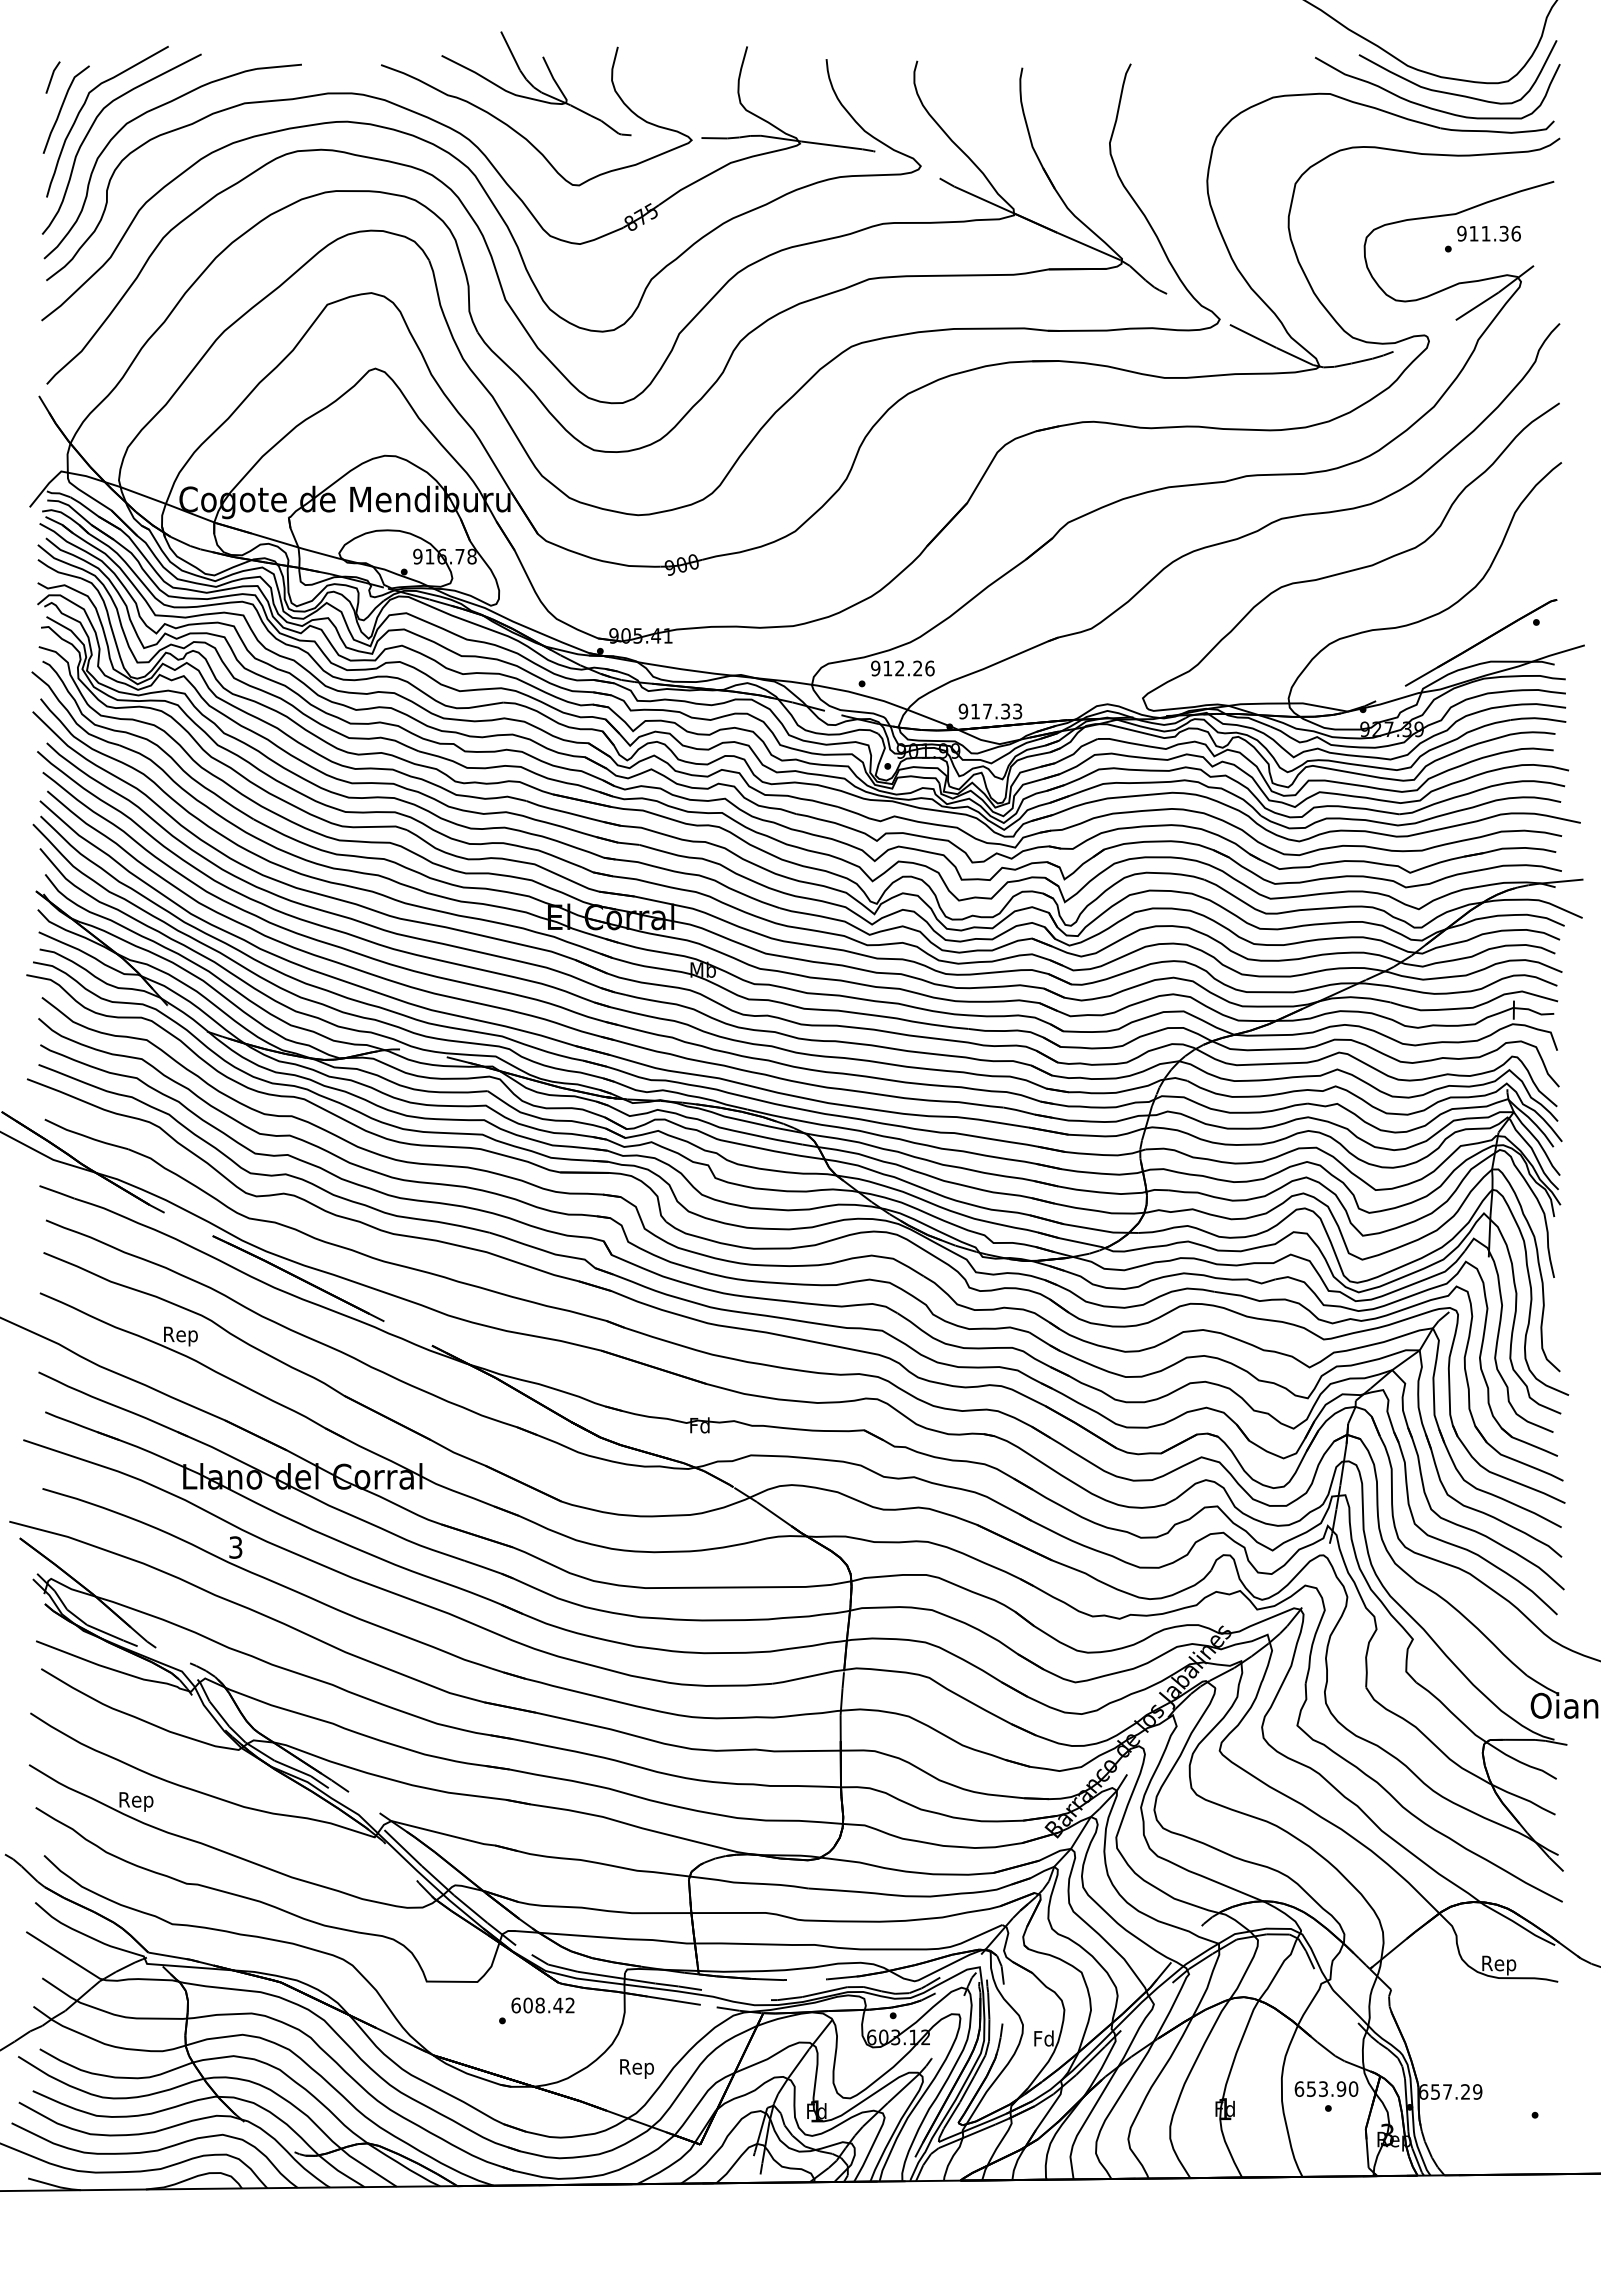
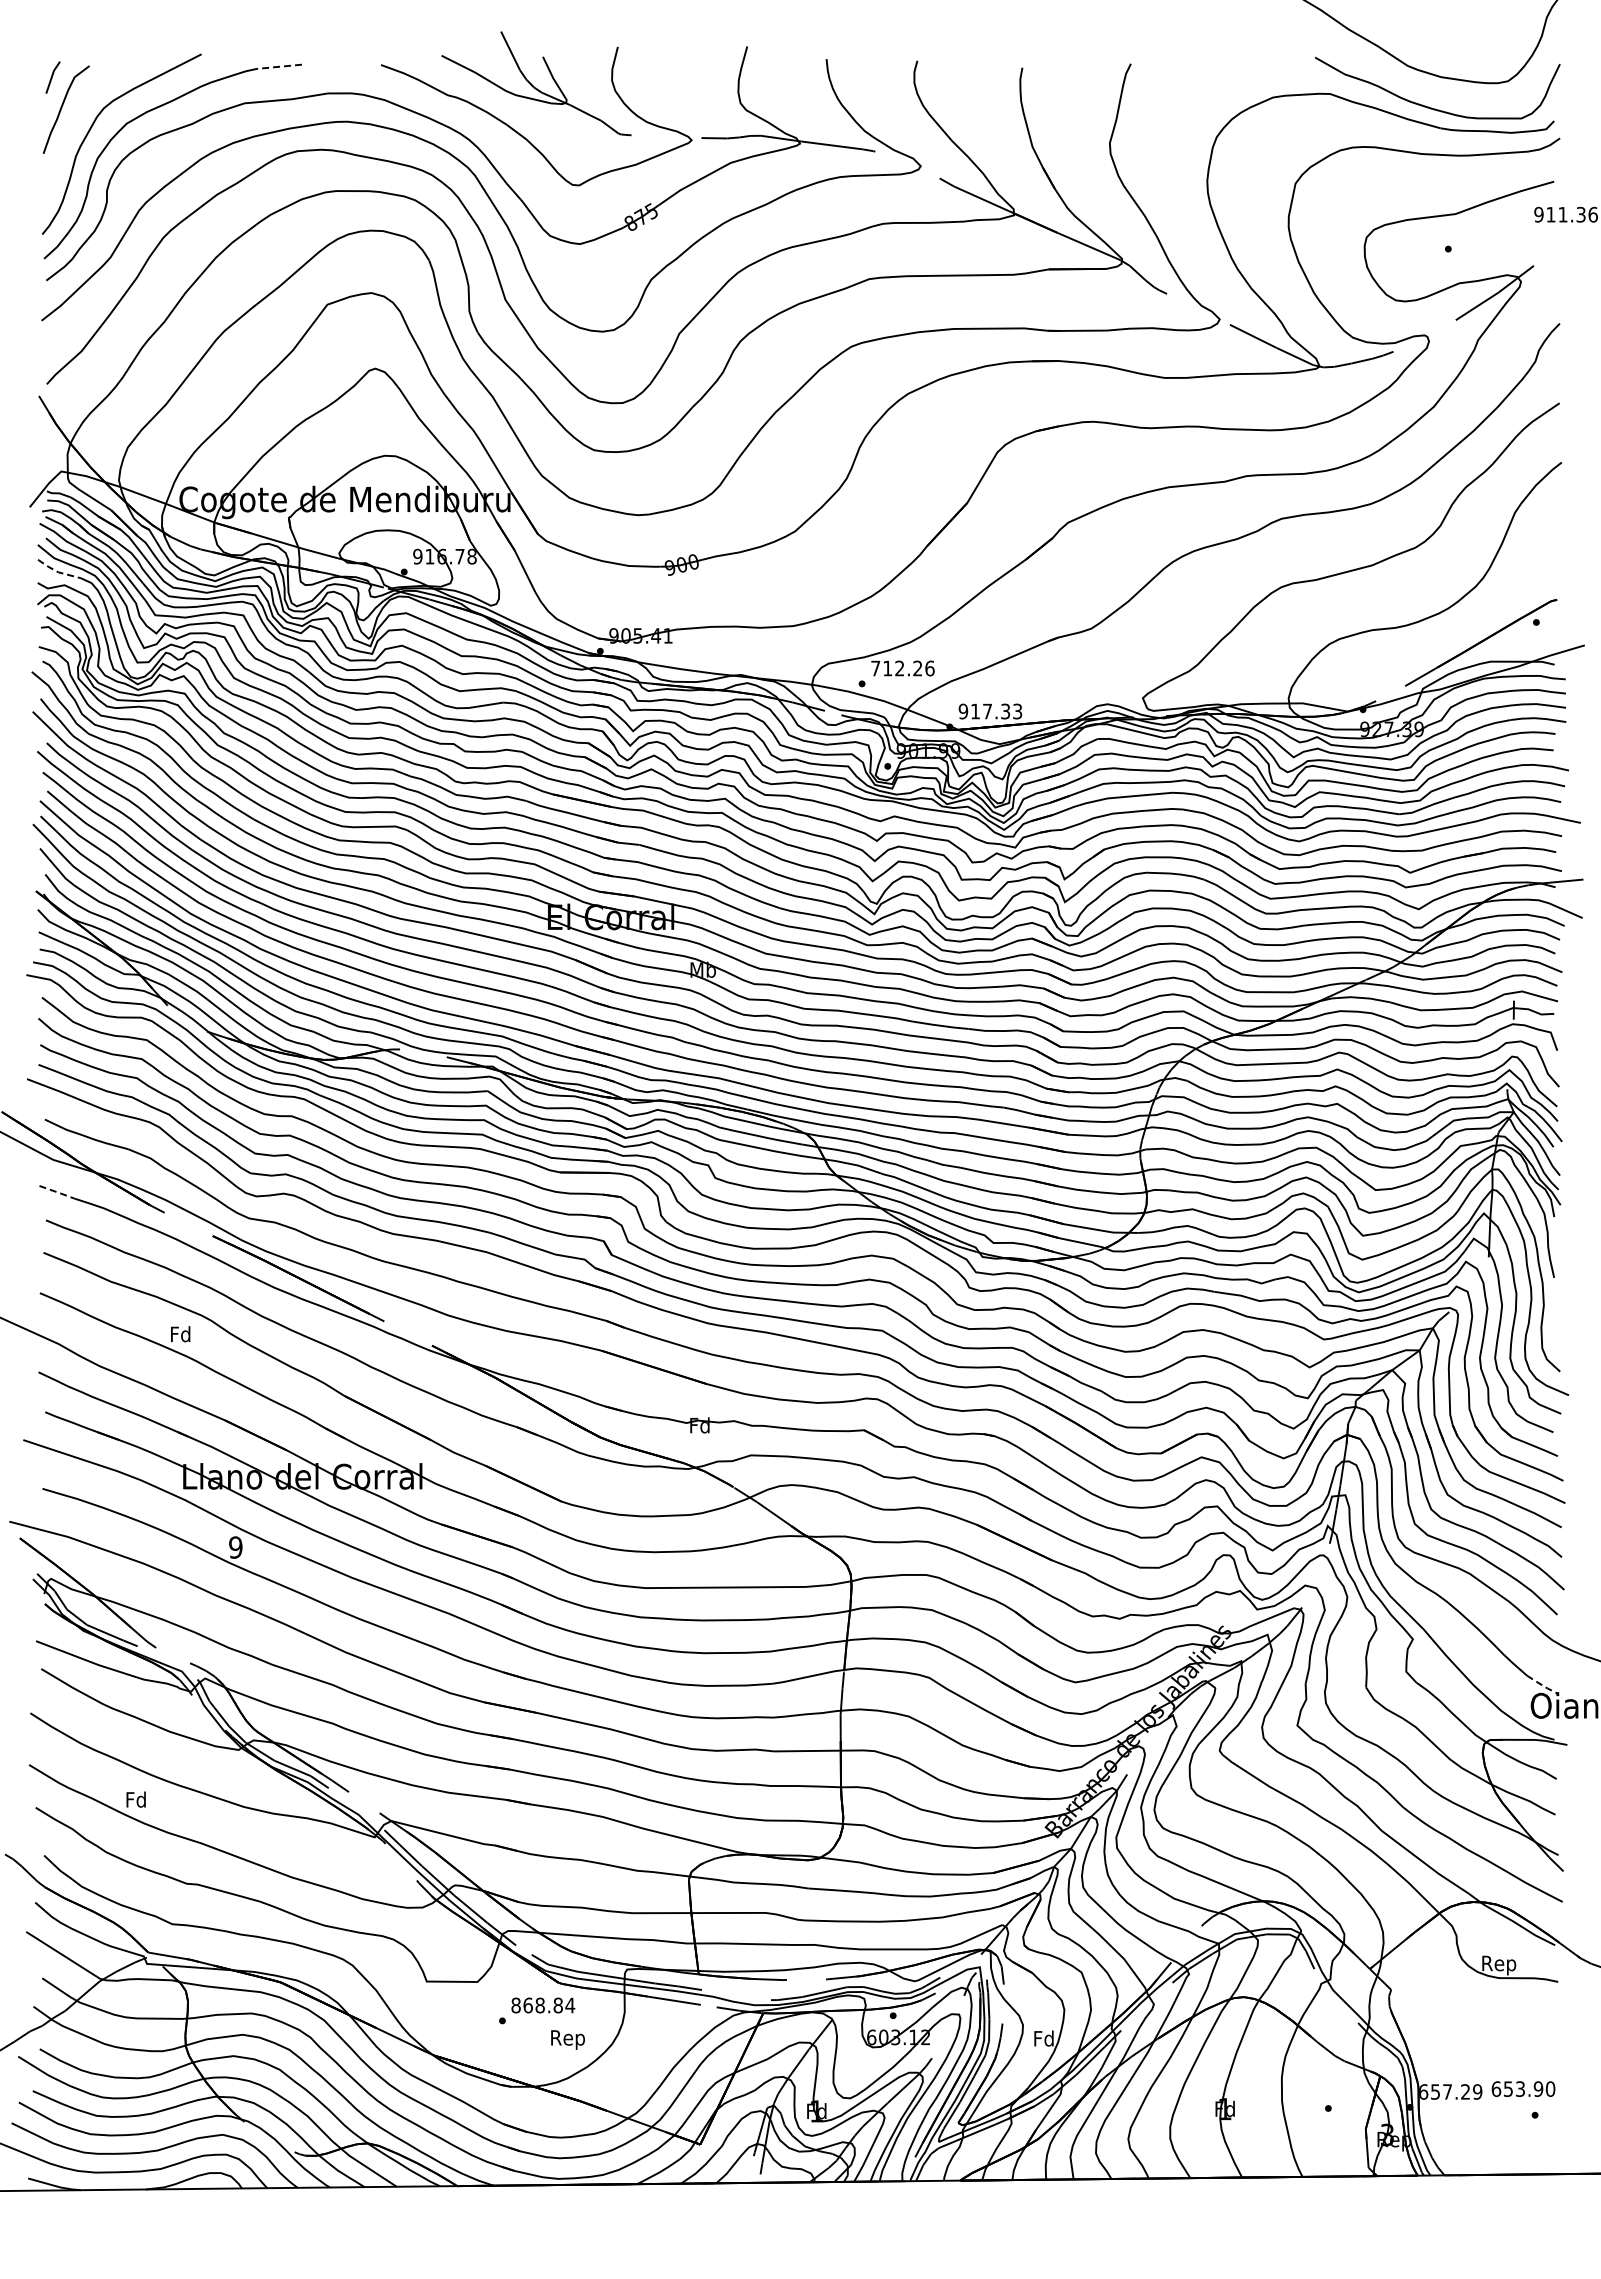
line at (279, 66): solid -> dashed
curve at (1455, 93): present -> none
curve at (82, 109): present -> none
text at (1488, 233) position: (1488, 233) -> (1565, 214)
line at (58, 572): solid -> dashed
text at (875, 668): 912.26 -> 712.26
line at (58, 1192): solid -> dashed
text at (180, 1336): Rep -> Fd
text at (235, 1547): 3 -> 9
line at (1542, 1685): solid -> dashed
text at (136, 1801): Rep -> Fd
text at (543, 2005): 608.42 -> 868.84
text at (636, 2068) position: (636, 2068) -> (567, 2039)
text at (1326, 2088) position: (1326, 2088) -> (1523, 2088)
